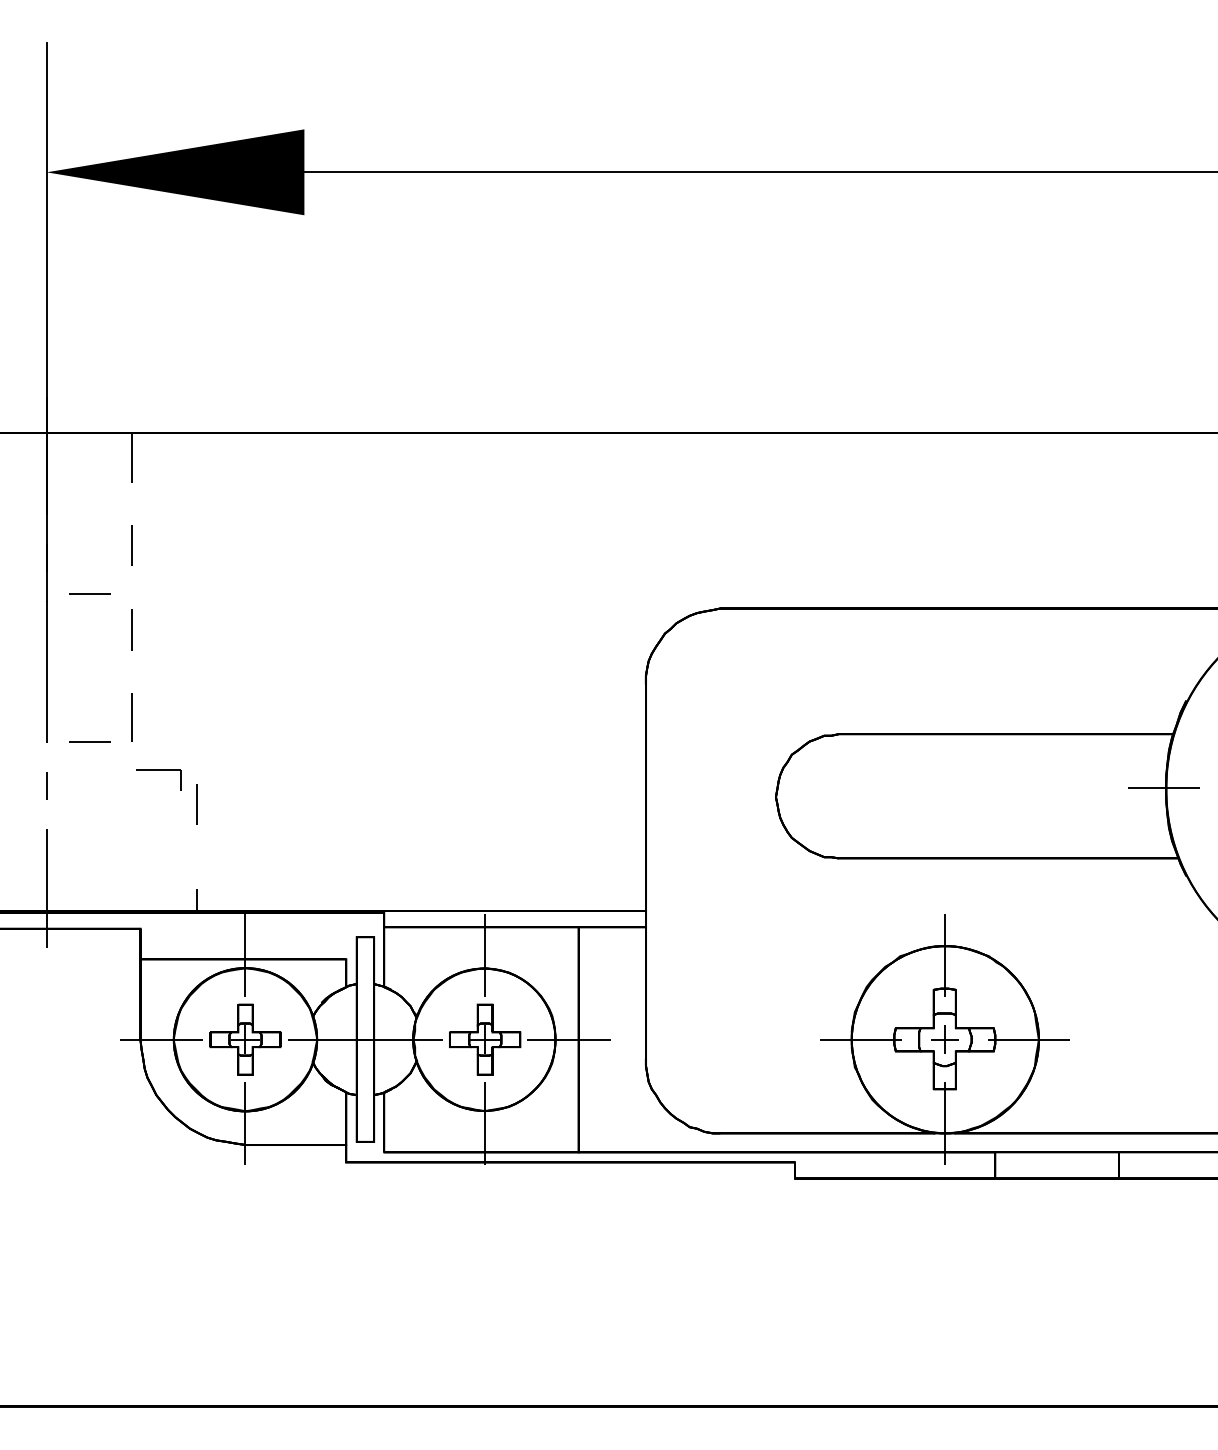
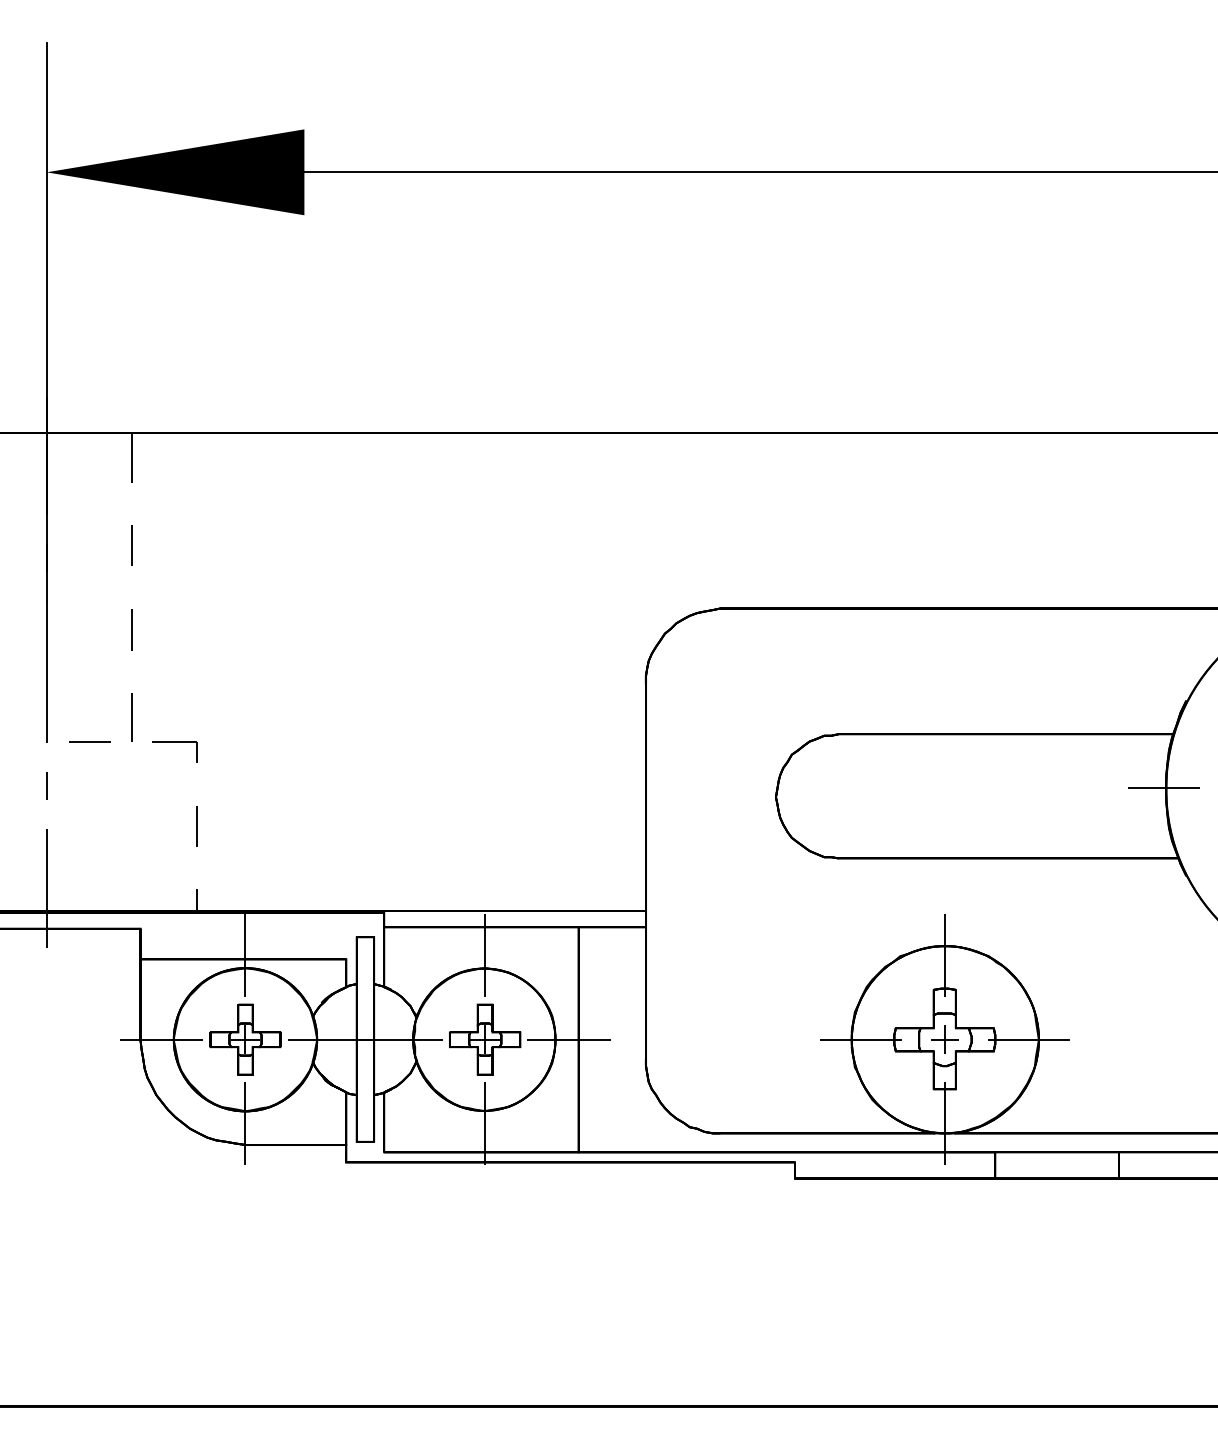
line at (89, 593): present -> none
part at (158, 770) position: (158, 770) -> (174, 742)
line at (196, 804) position: (196, 804) -> (196, 826)
